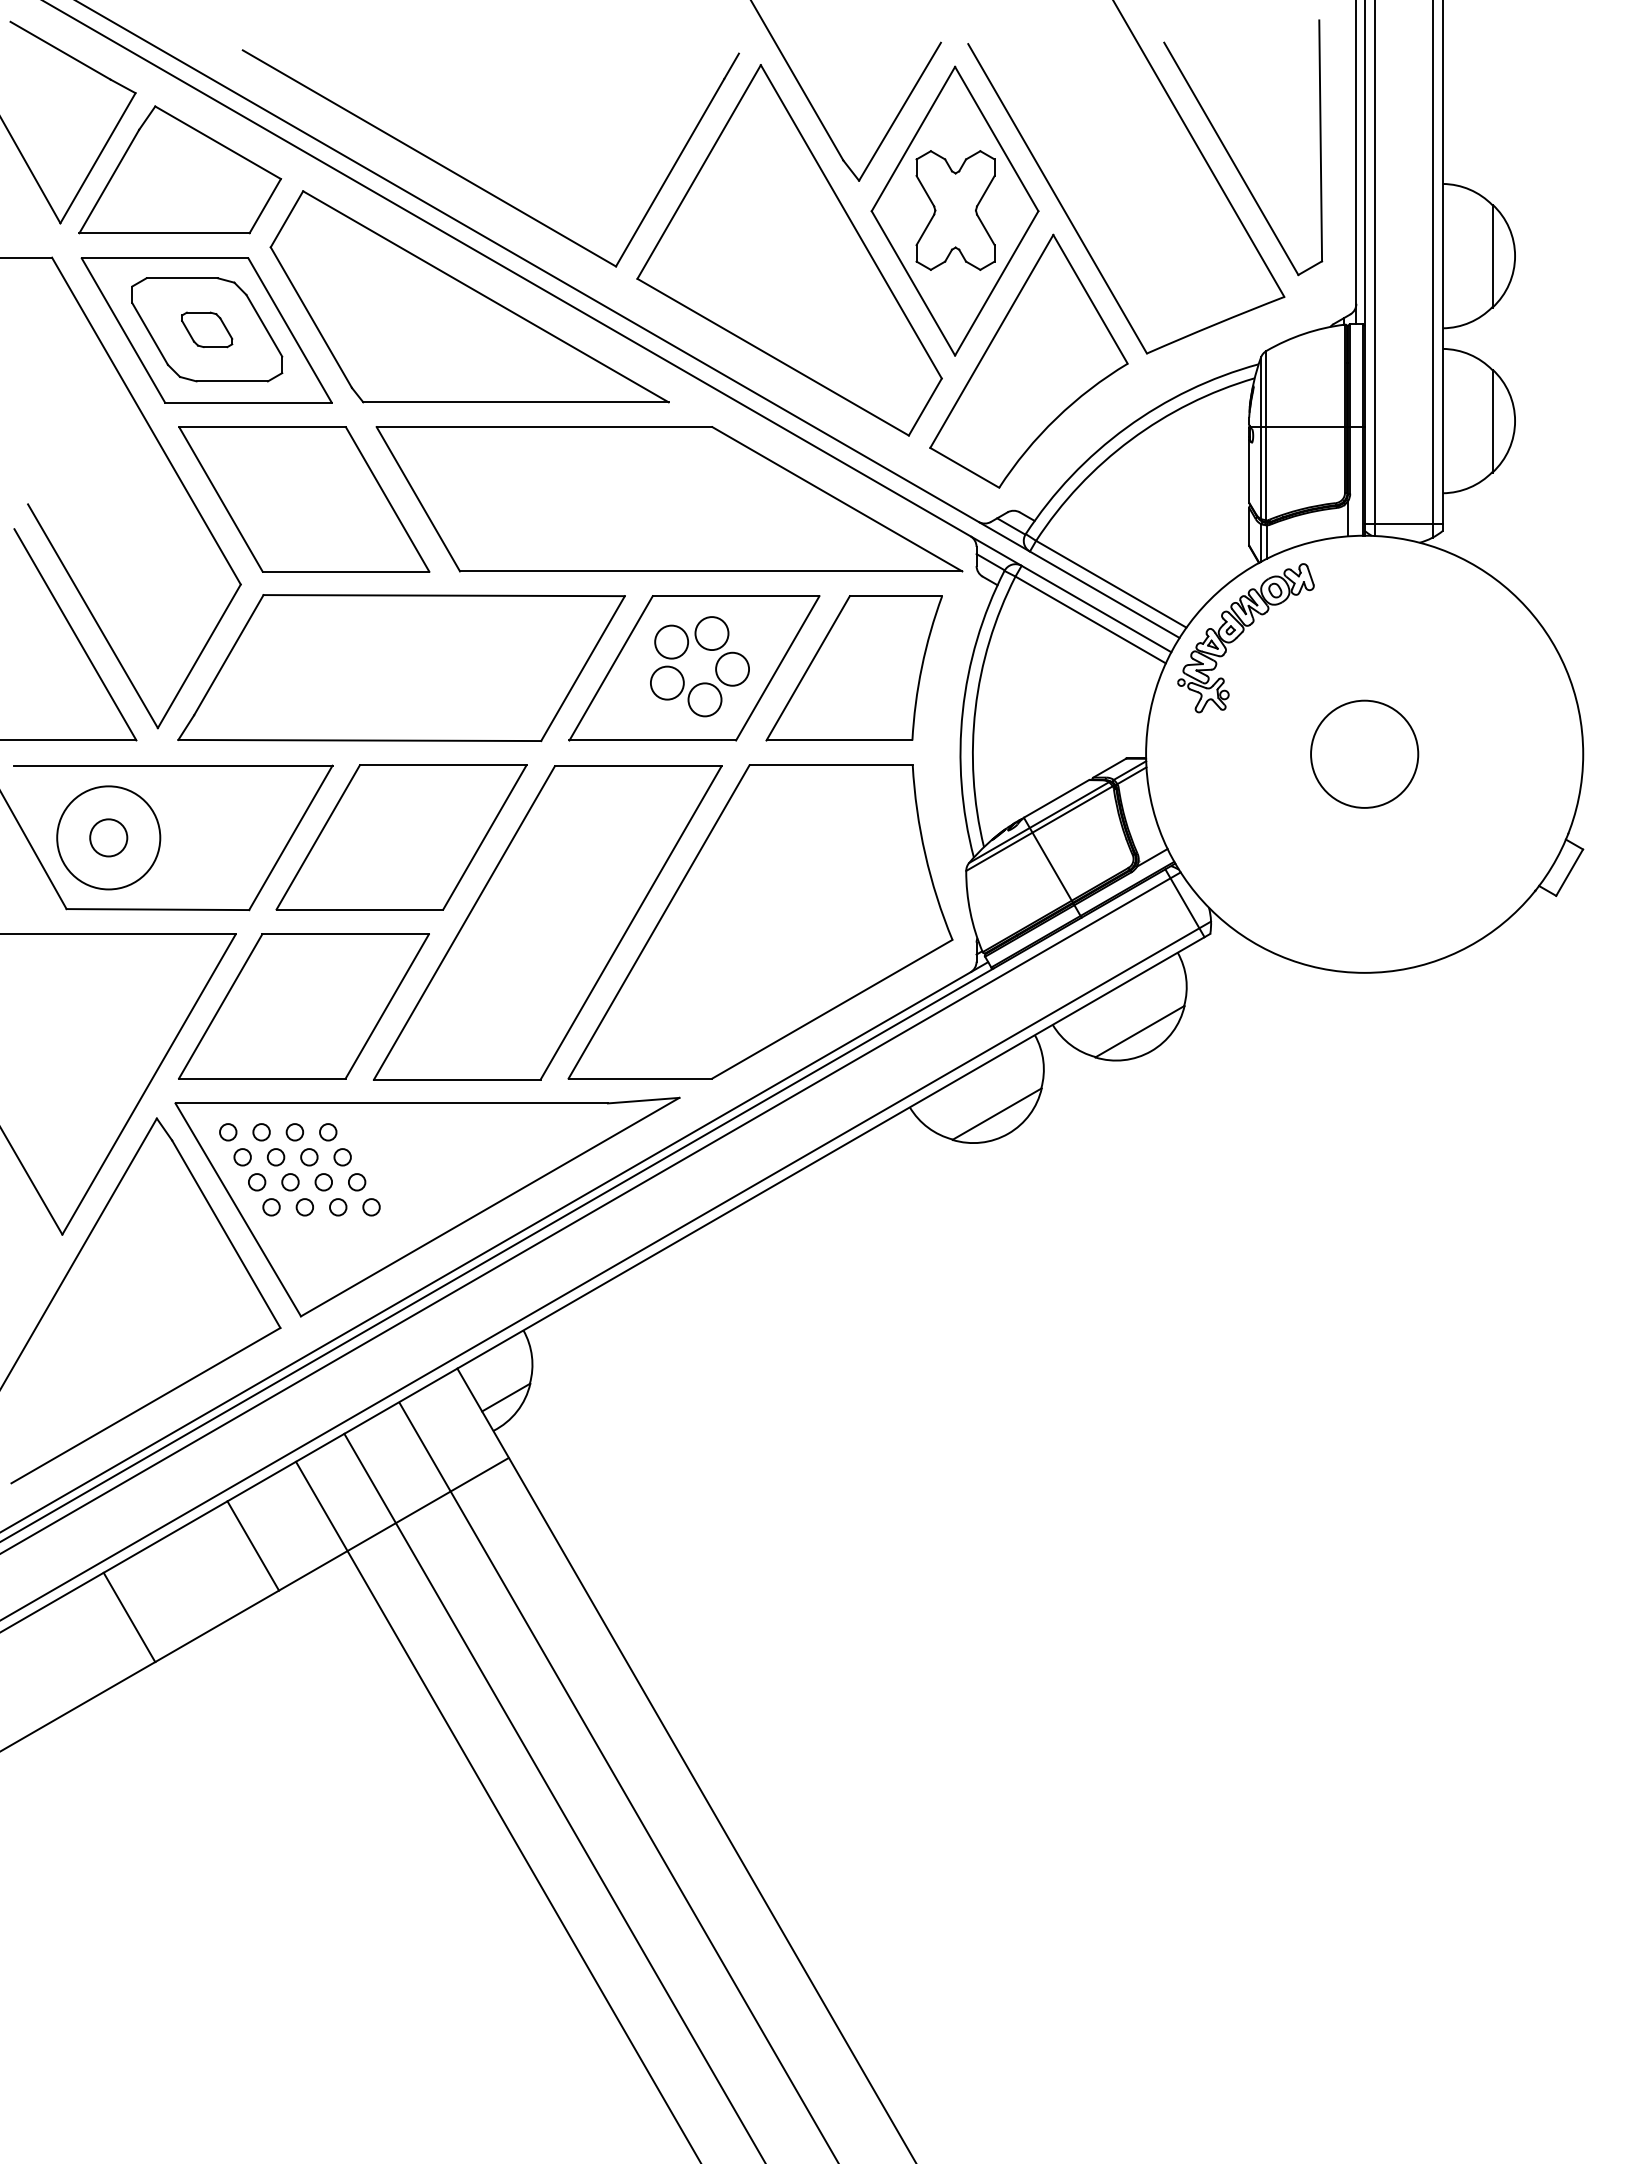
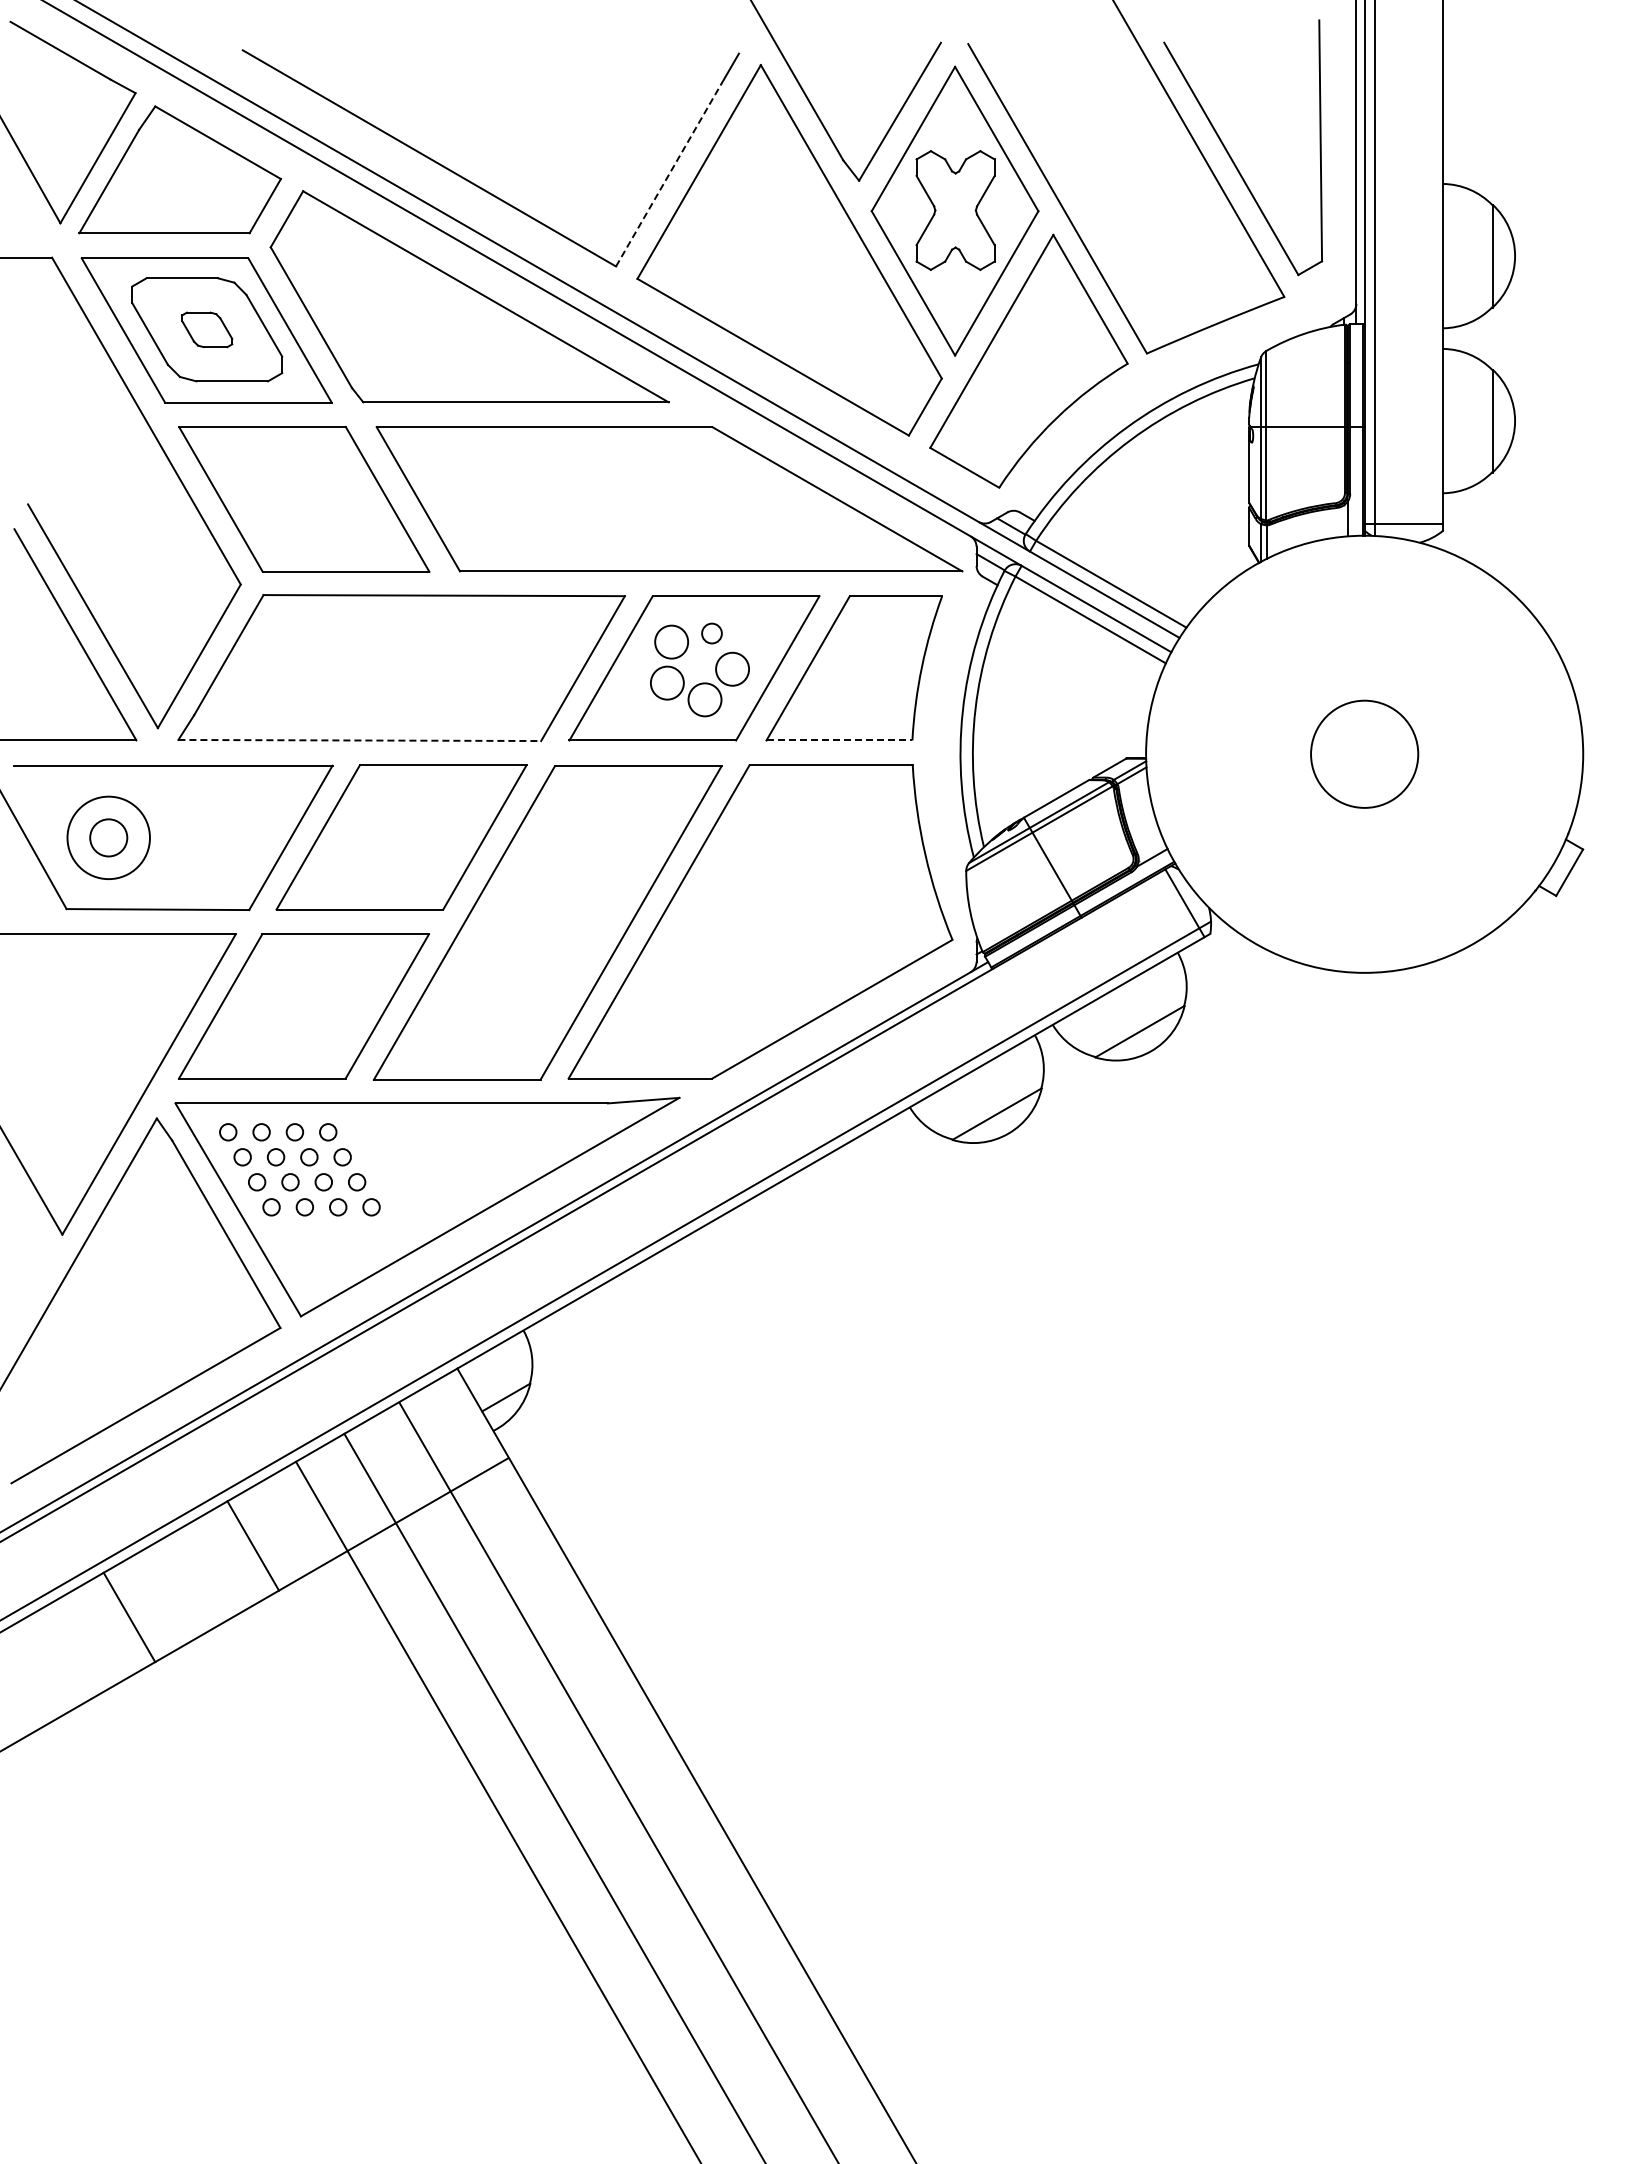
line at (670, 172): solid -> dashed
line at (1432, 269): present -> none
circle at (711, 633) diameter: 33 px -> 20 px
part at (1245, 638): present -> none
line at (360, 740): solid -> dashed
line at (839, 740): solid -> dashed
circle at (108, 837) diameter: 103 px -> 82 px
line at (591, 1212): present -> none
